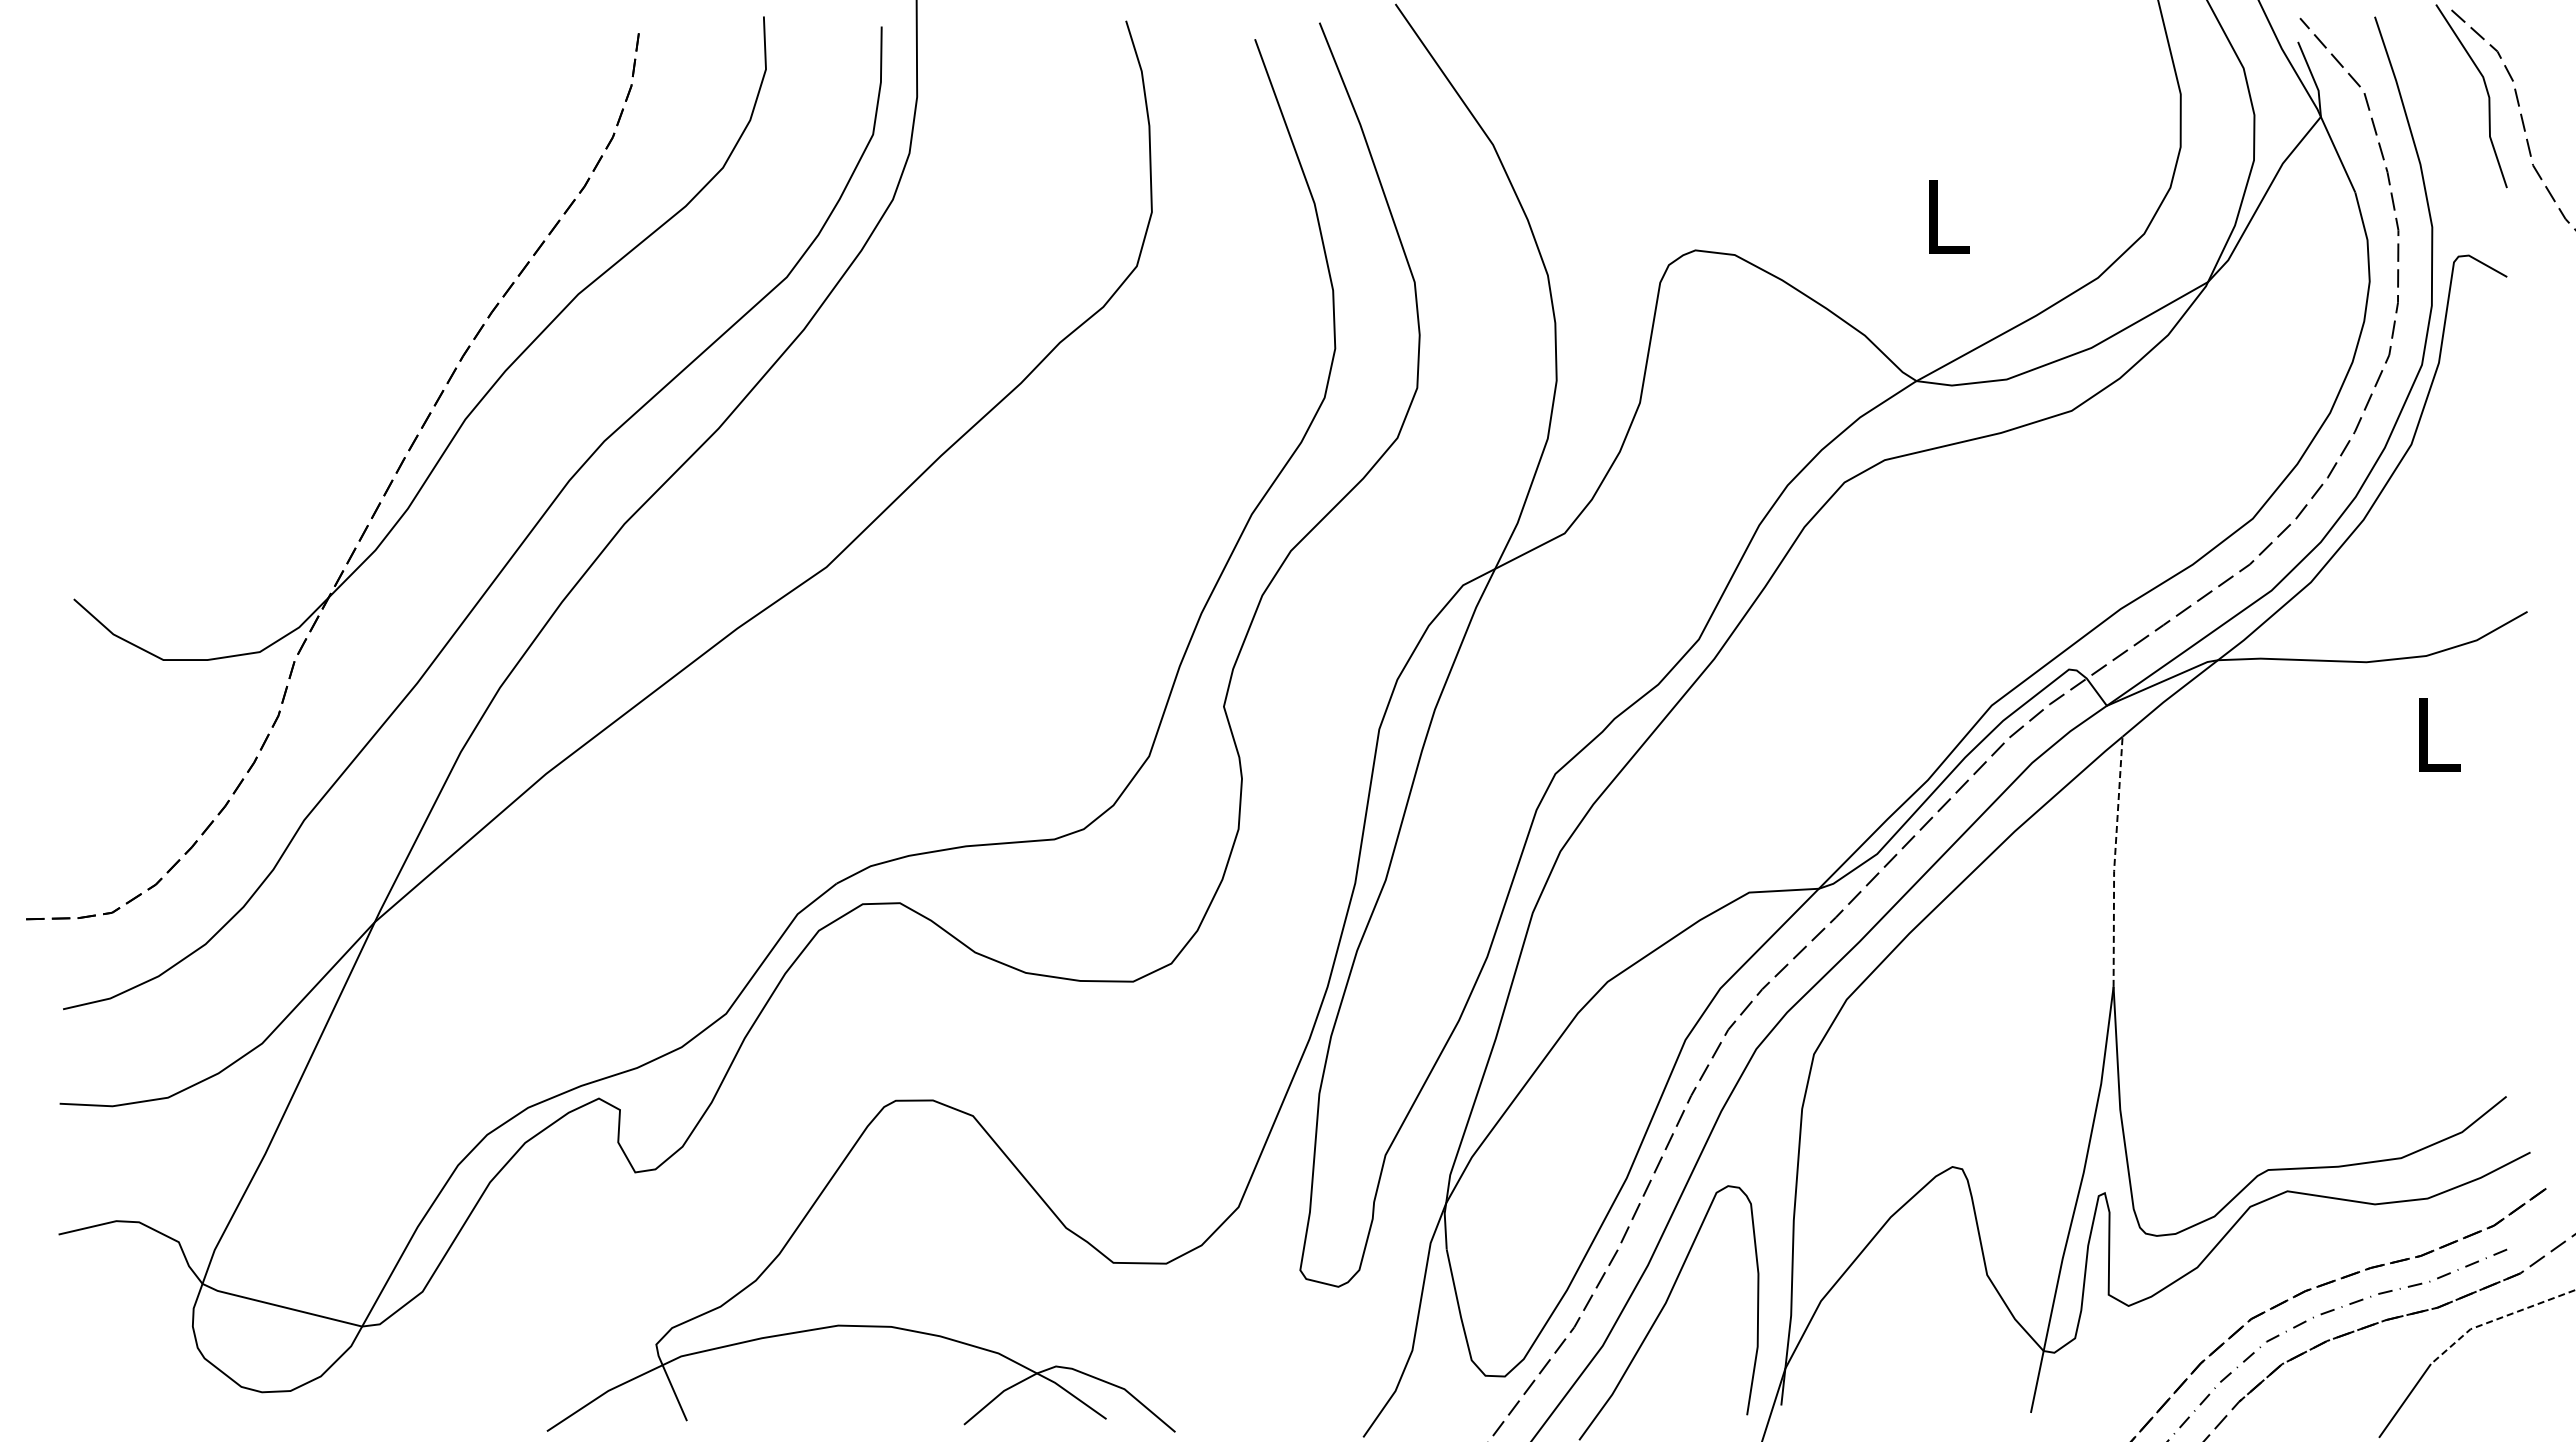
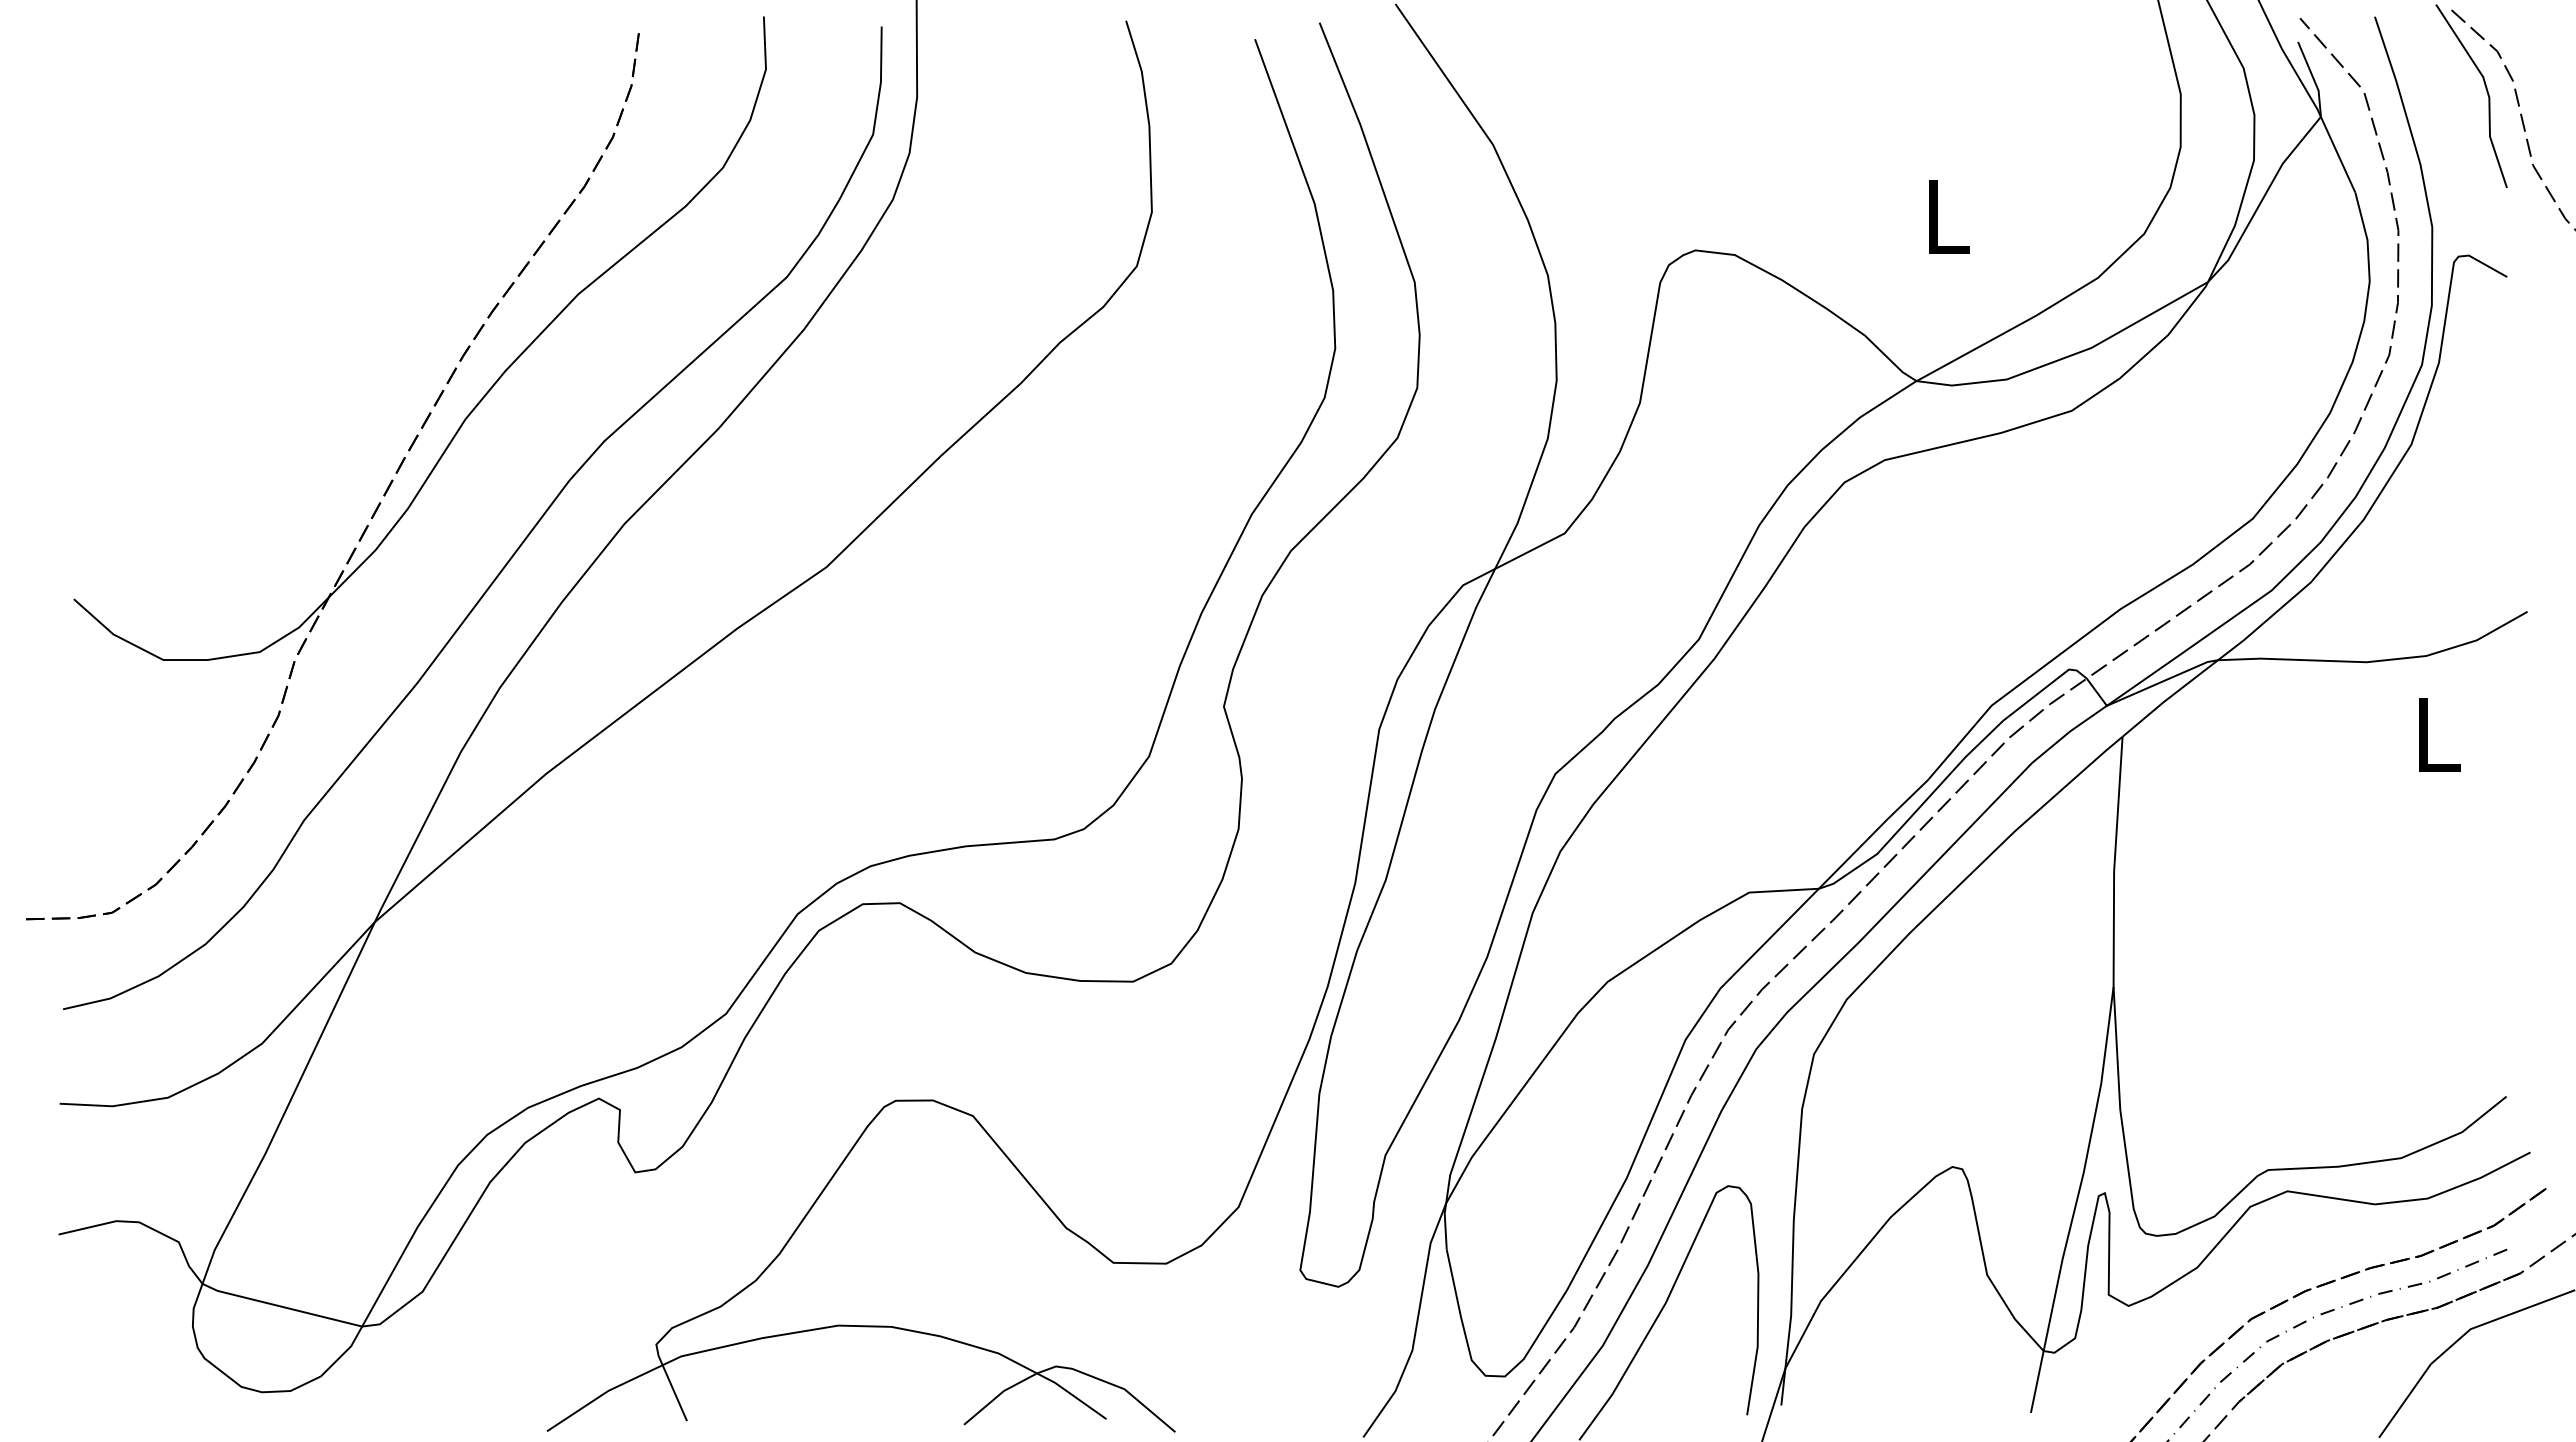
line at (2114, 861): dashed -> solid
line at (2497, 1319): dashed -> solid
